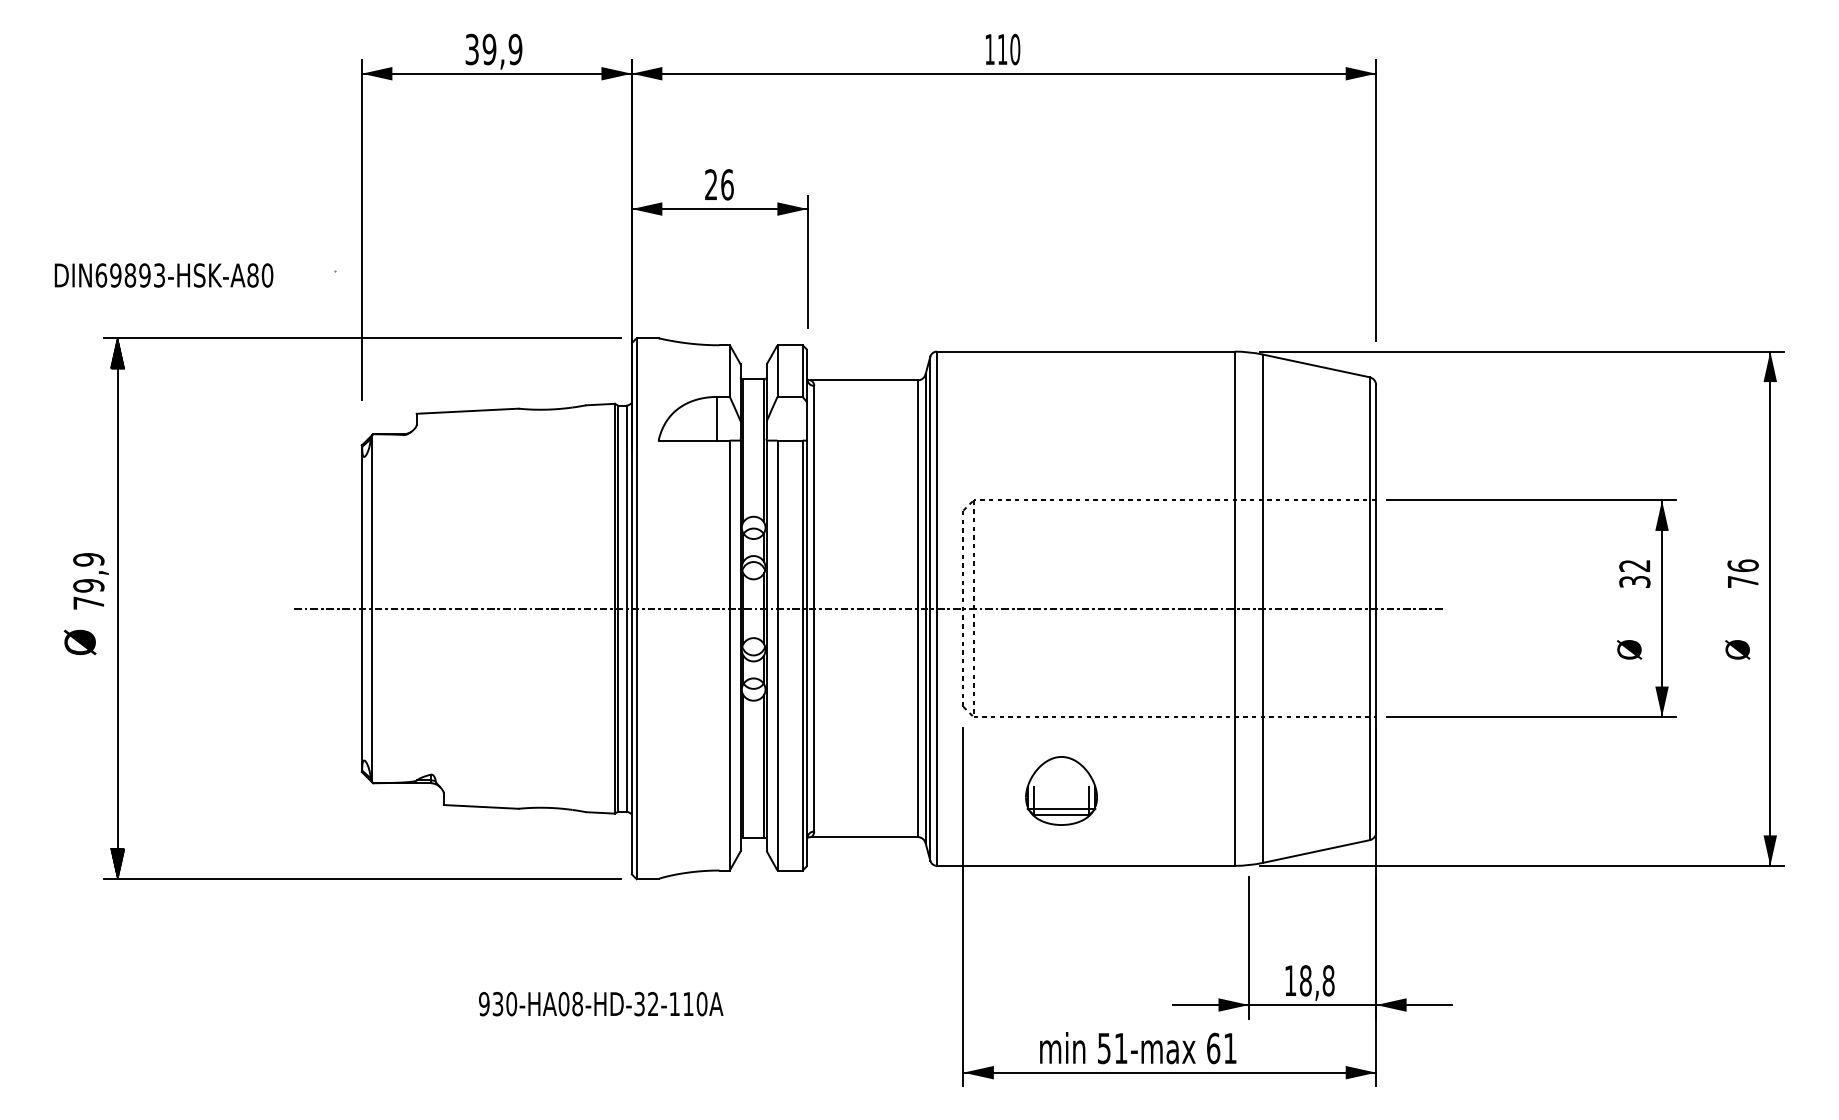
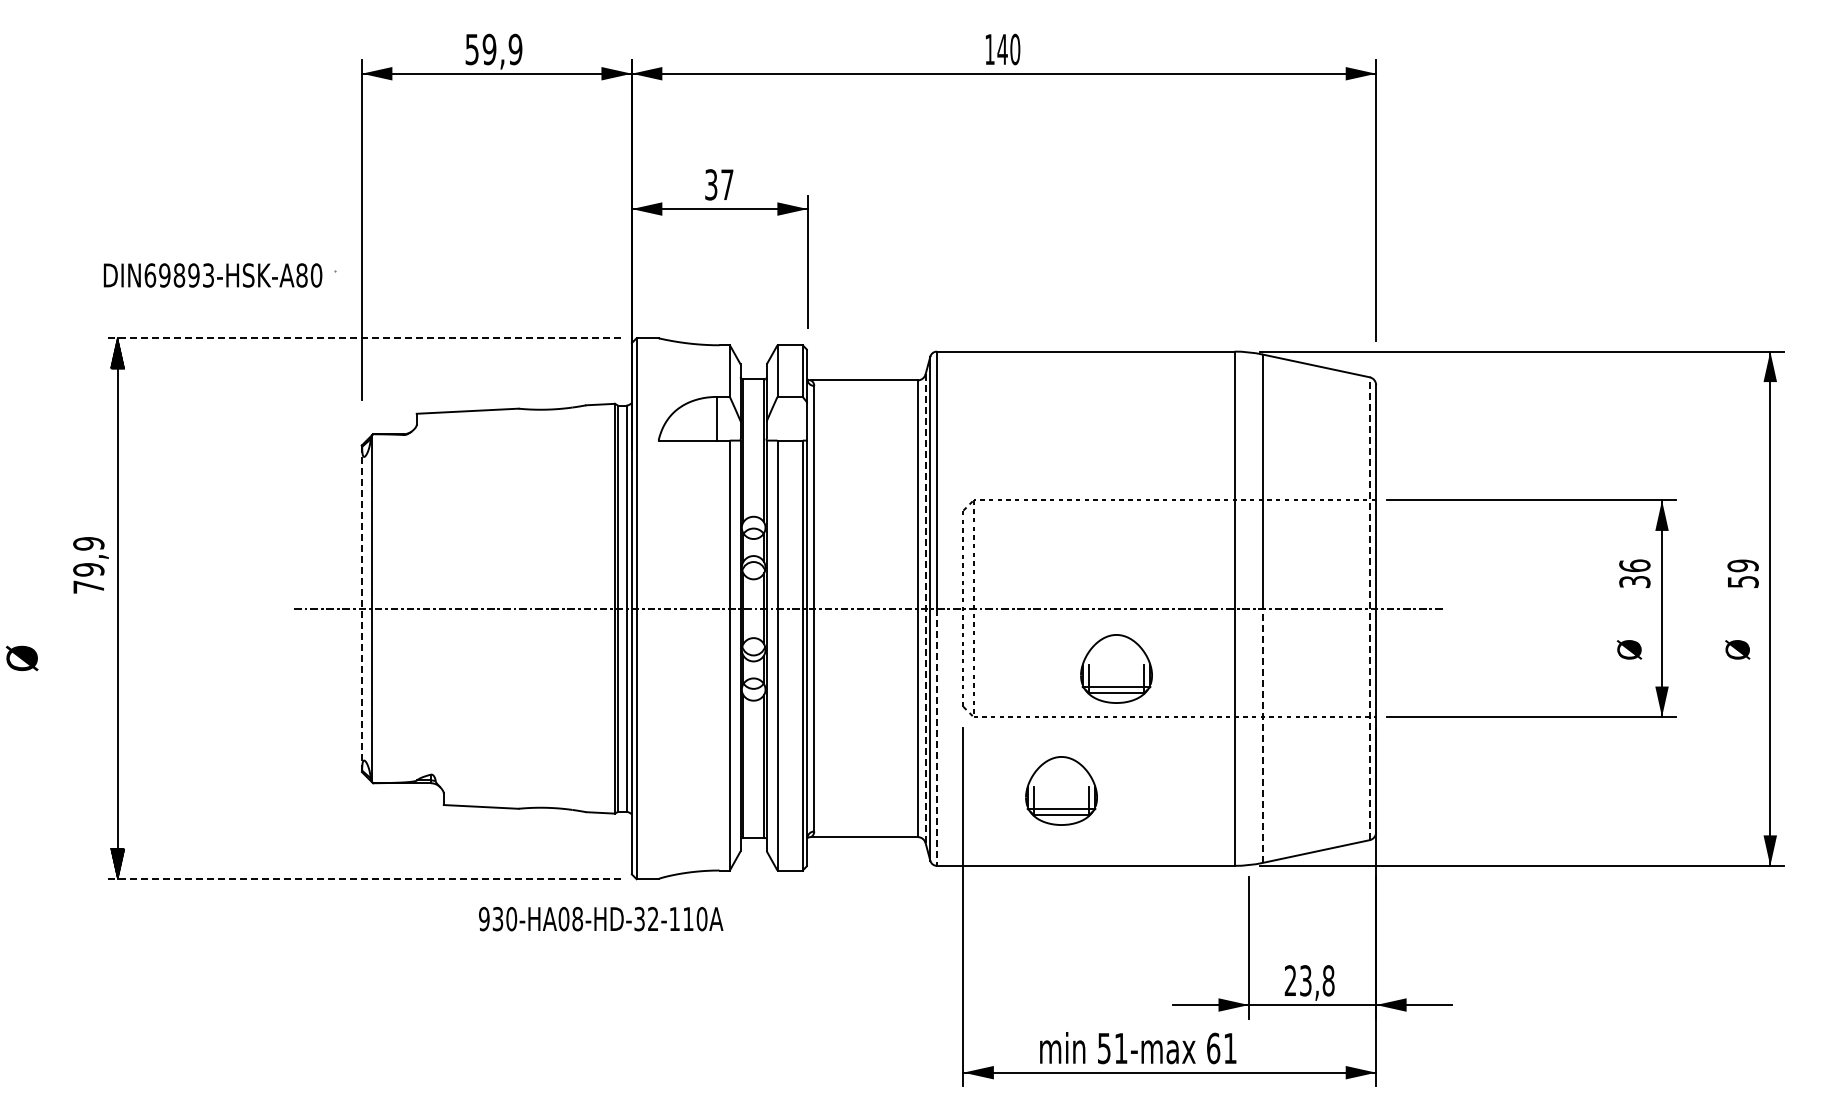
text at (472, 48): 39,9 -> 59,9
text at (1002, 49): 110 -> 140
text at (719, 184): 26 -> 37
text at (163, 275) position: (163, 275) -> (212, 275)
line at (362, 338): solid -> dashed
text at (1634, 565): 32 -> 36
text at (1742, 573): 76 -> 59
text at (90, 581) position: (90, 581) -> (90, 565)
line at (361, 608): solid -> dashed
line at (925, 608): solid -> dashed
line at (1369, 608): solid -> dashed
text at (79, 642) position: (79, 642) -> (21, 658)
part at (1116, 668): none -> present
line at (1262, 735): solid -> dashed
line at (936, 737): solid -> dashed
line at (362, 879): solid -> dashed
text at (1297, 980): 18,8 -> 23,8
text at (601, 1004) position: (601, 1004) -> (601, 919)
